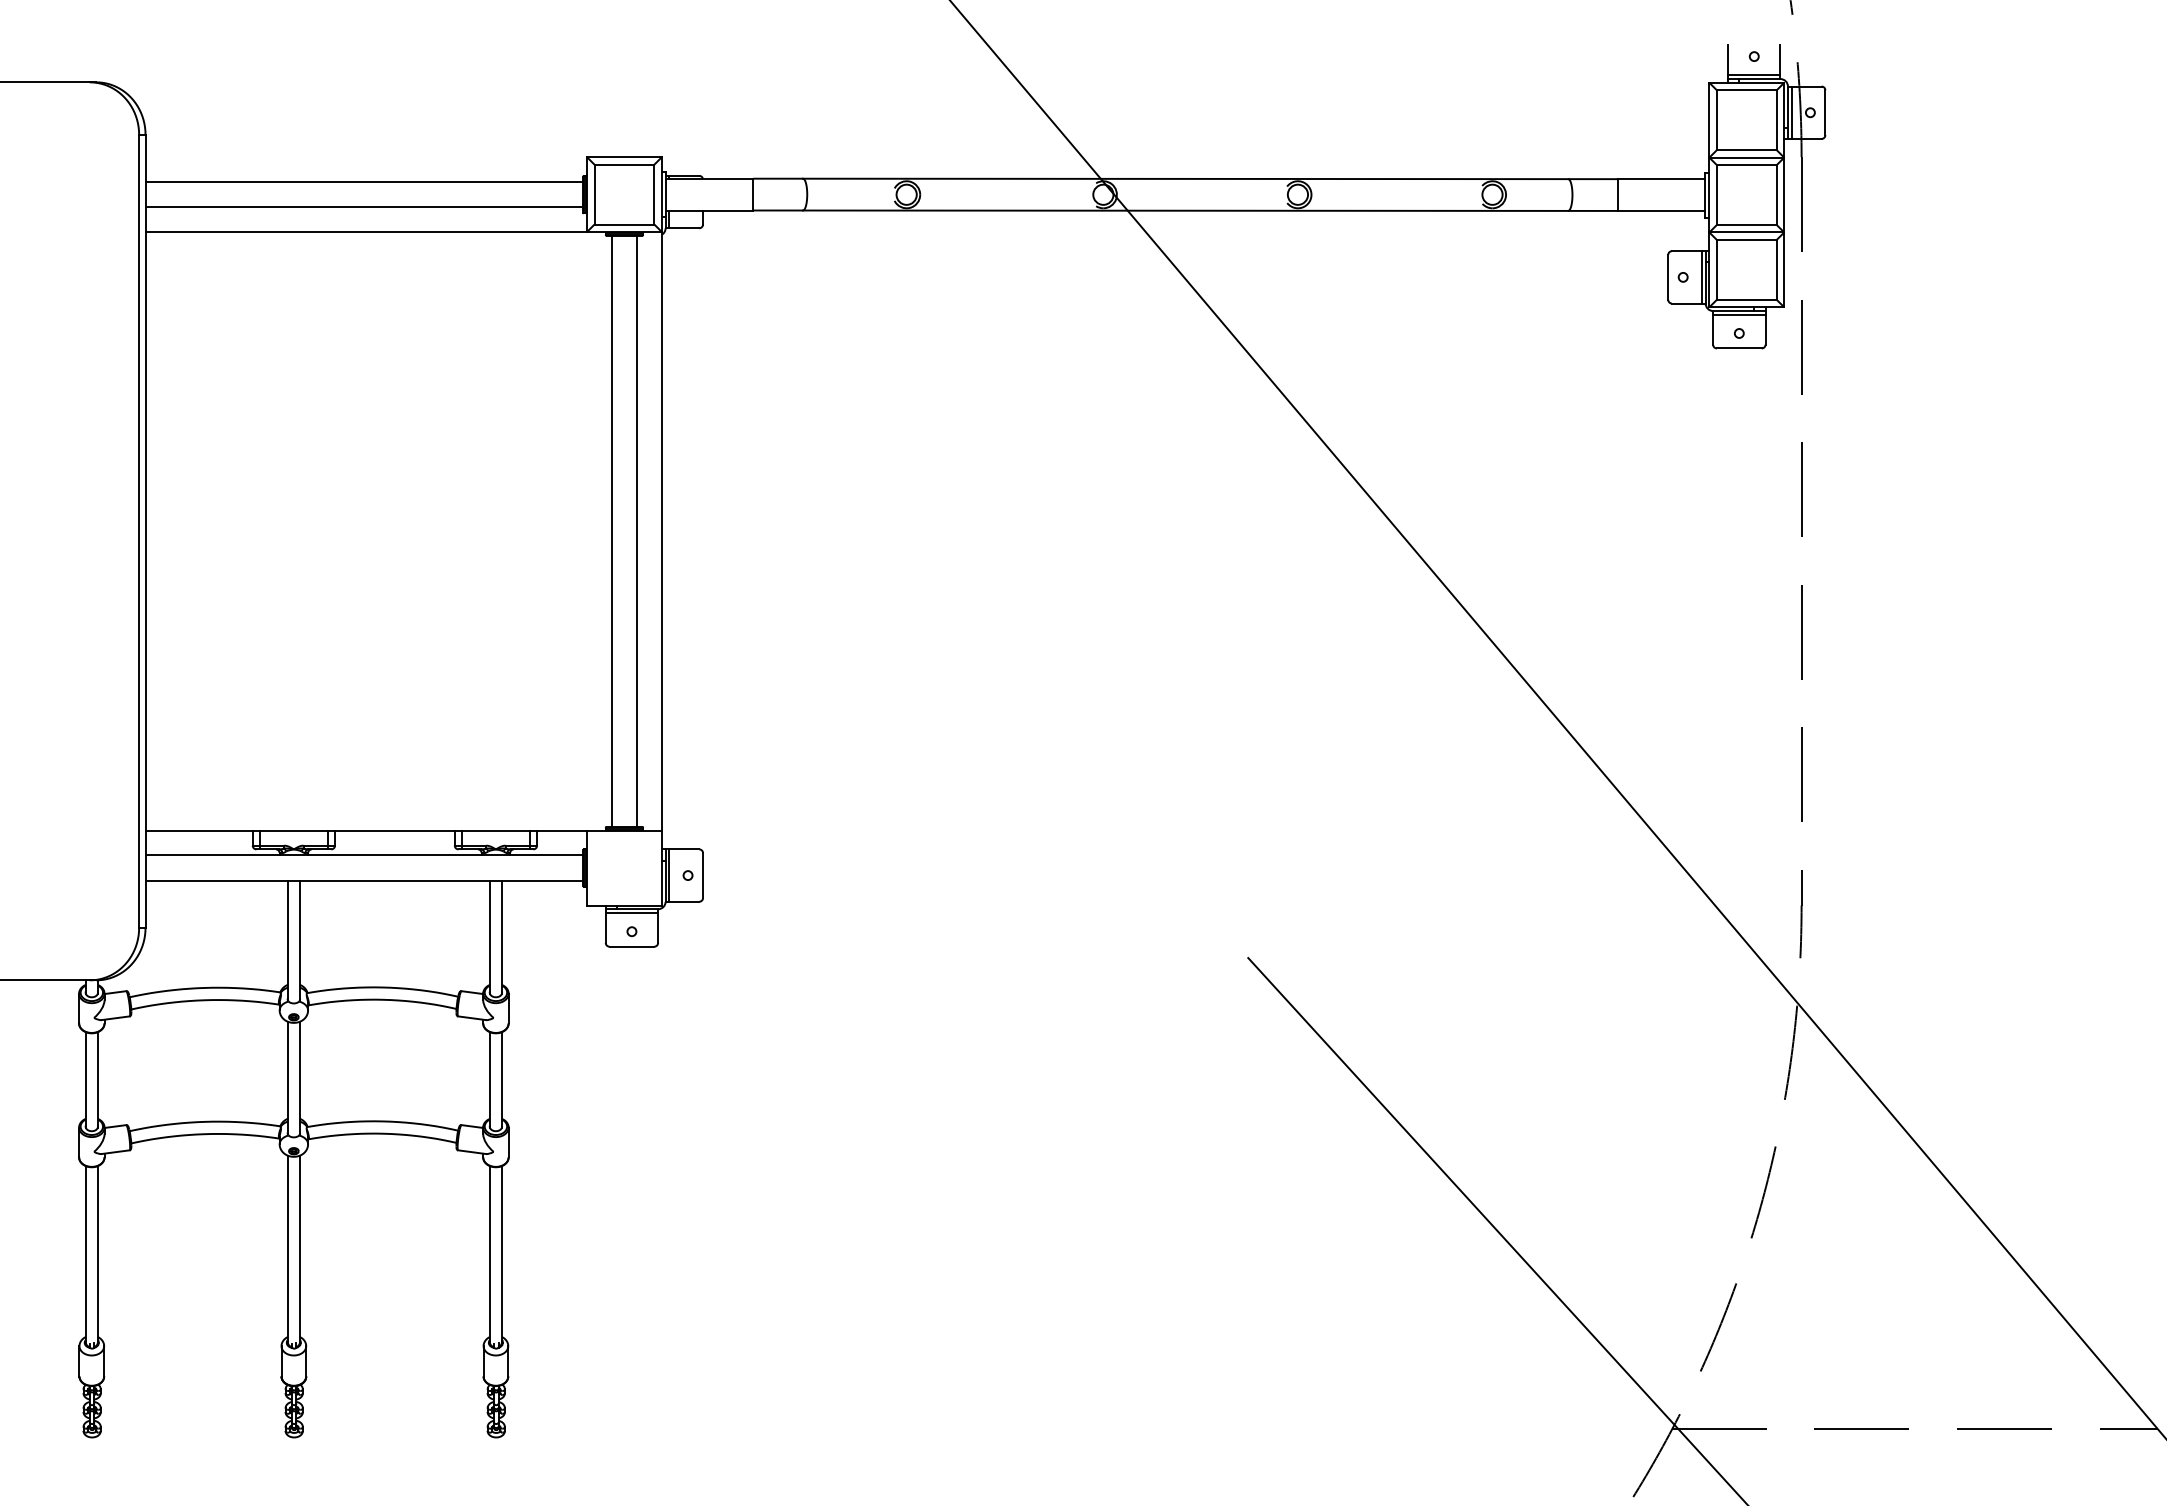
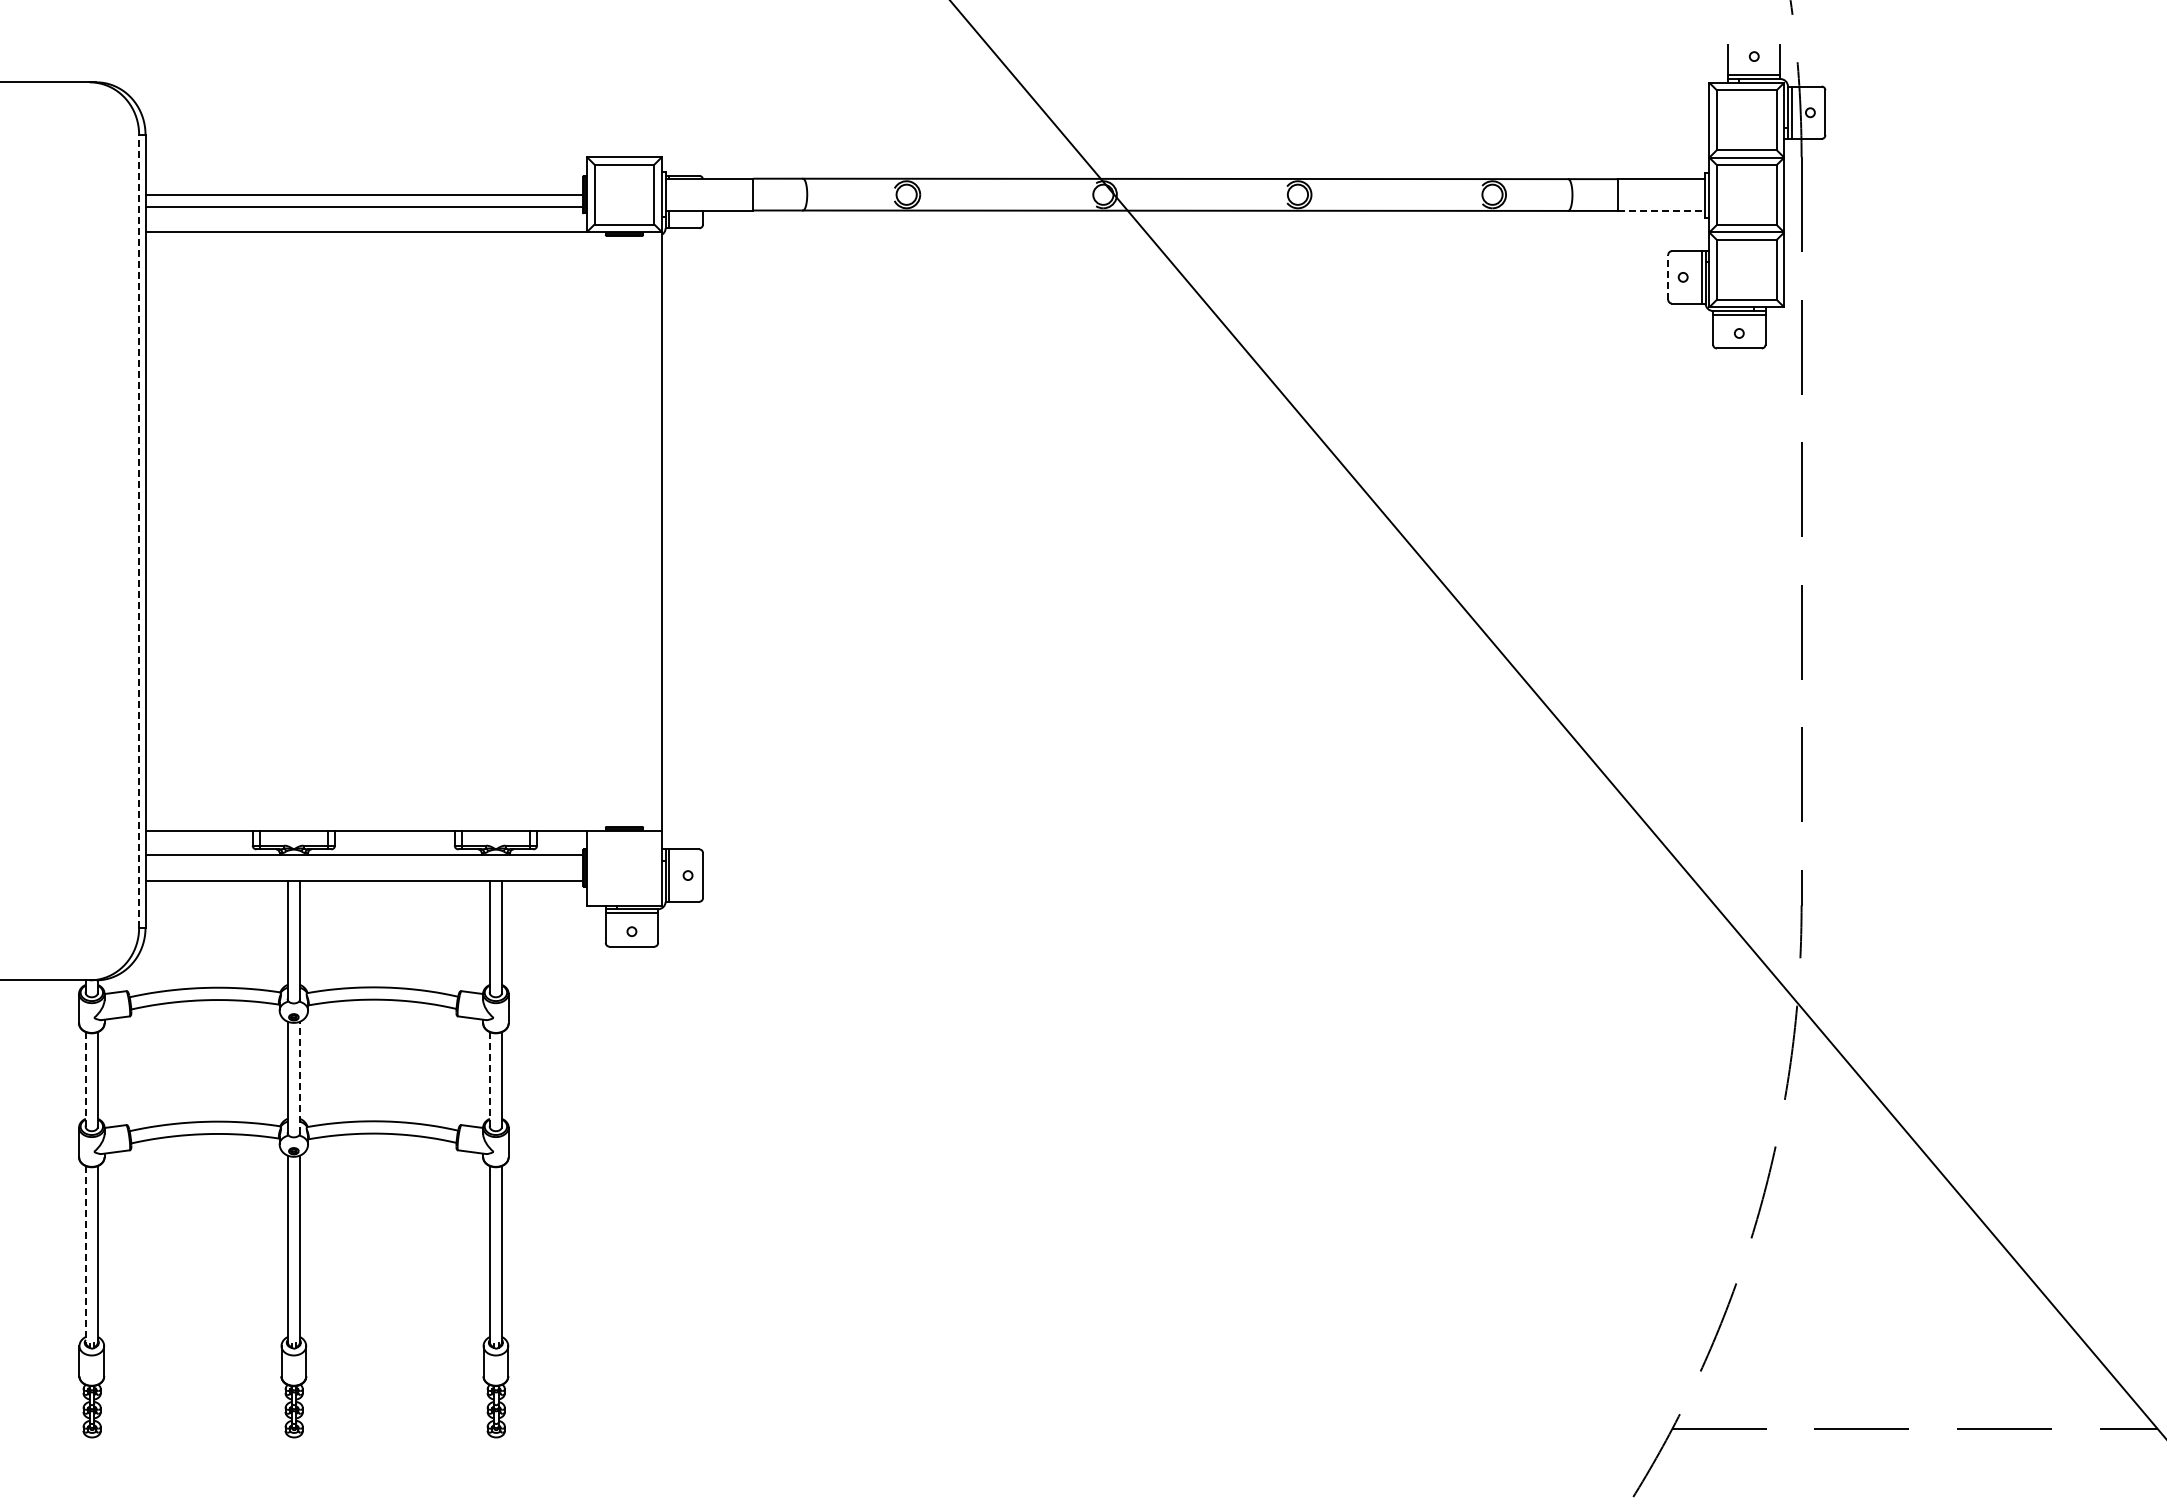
line at (364, 181) position: (364, 181) -> (364, 194)
line at (1661, 210): solid -> dashed
line at (1668, 276): solid -> dashed
line at (611, 530): present -> none
line at (637, 530): present -> none
line at (139, 531): solid -> dashed
line at (299, 1077): solid -> dashed
line at (85, 1079): solid -> dashed
line at (489, 1079): solid -> dashed
line at (1496, 1230): present -> none
line at (85, 1254): solid -> dashed
